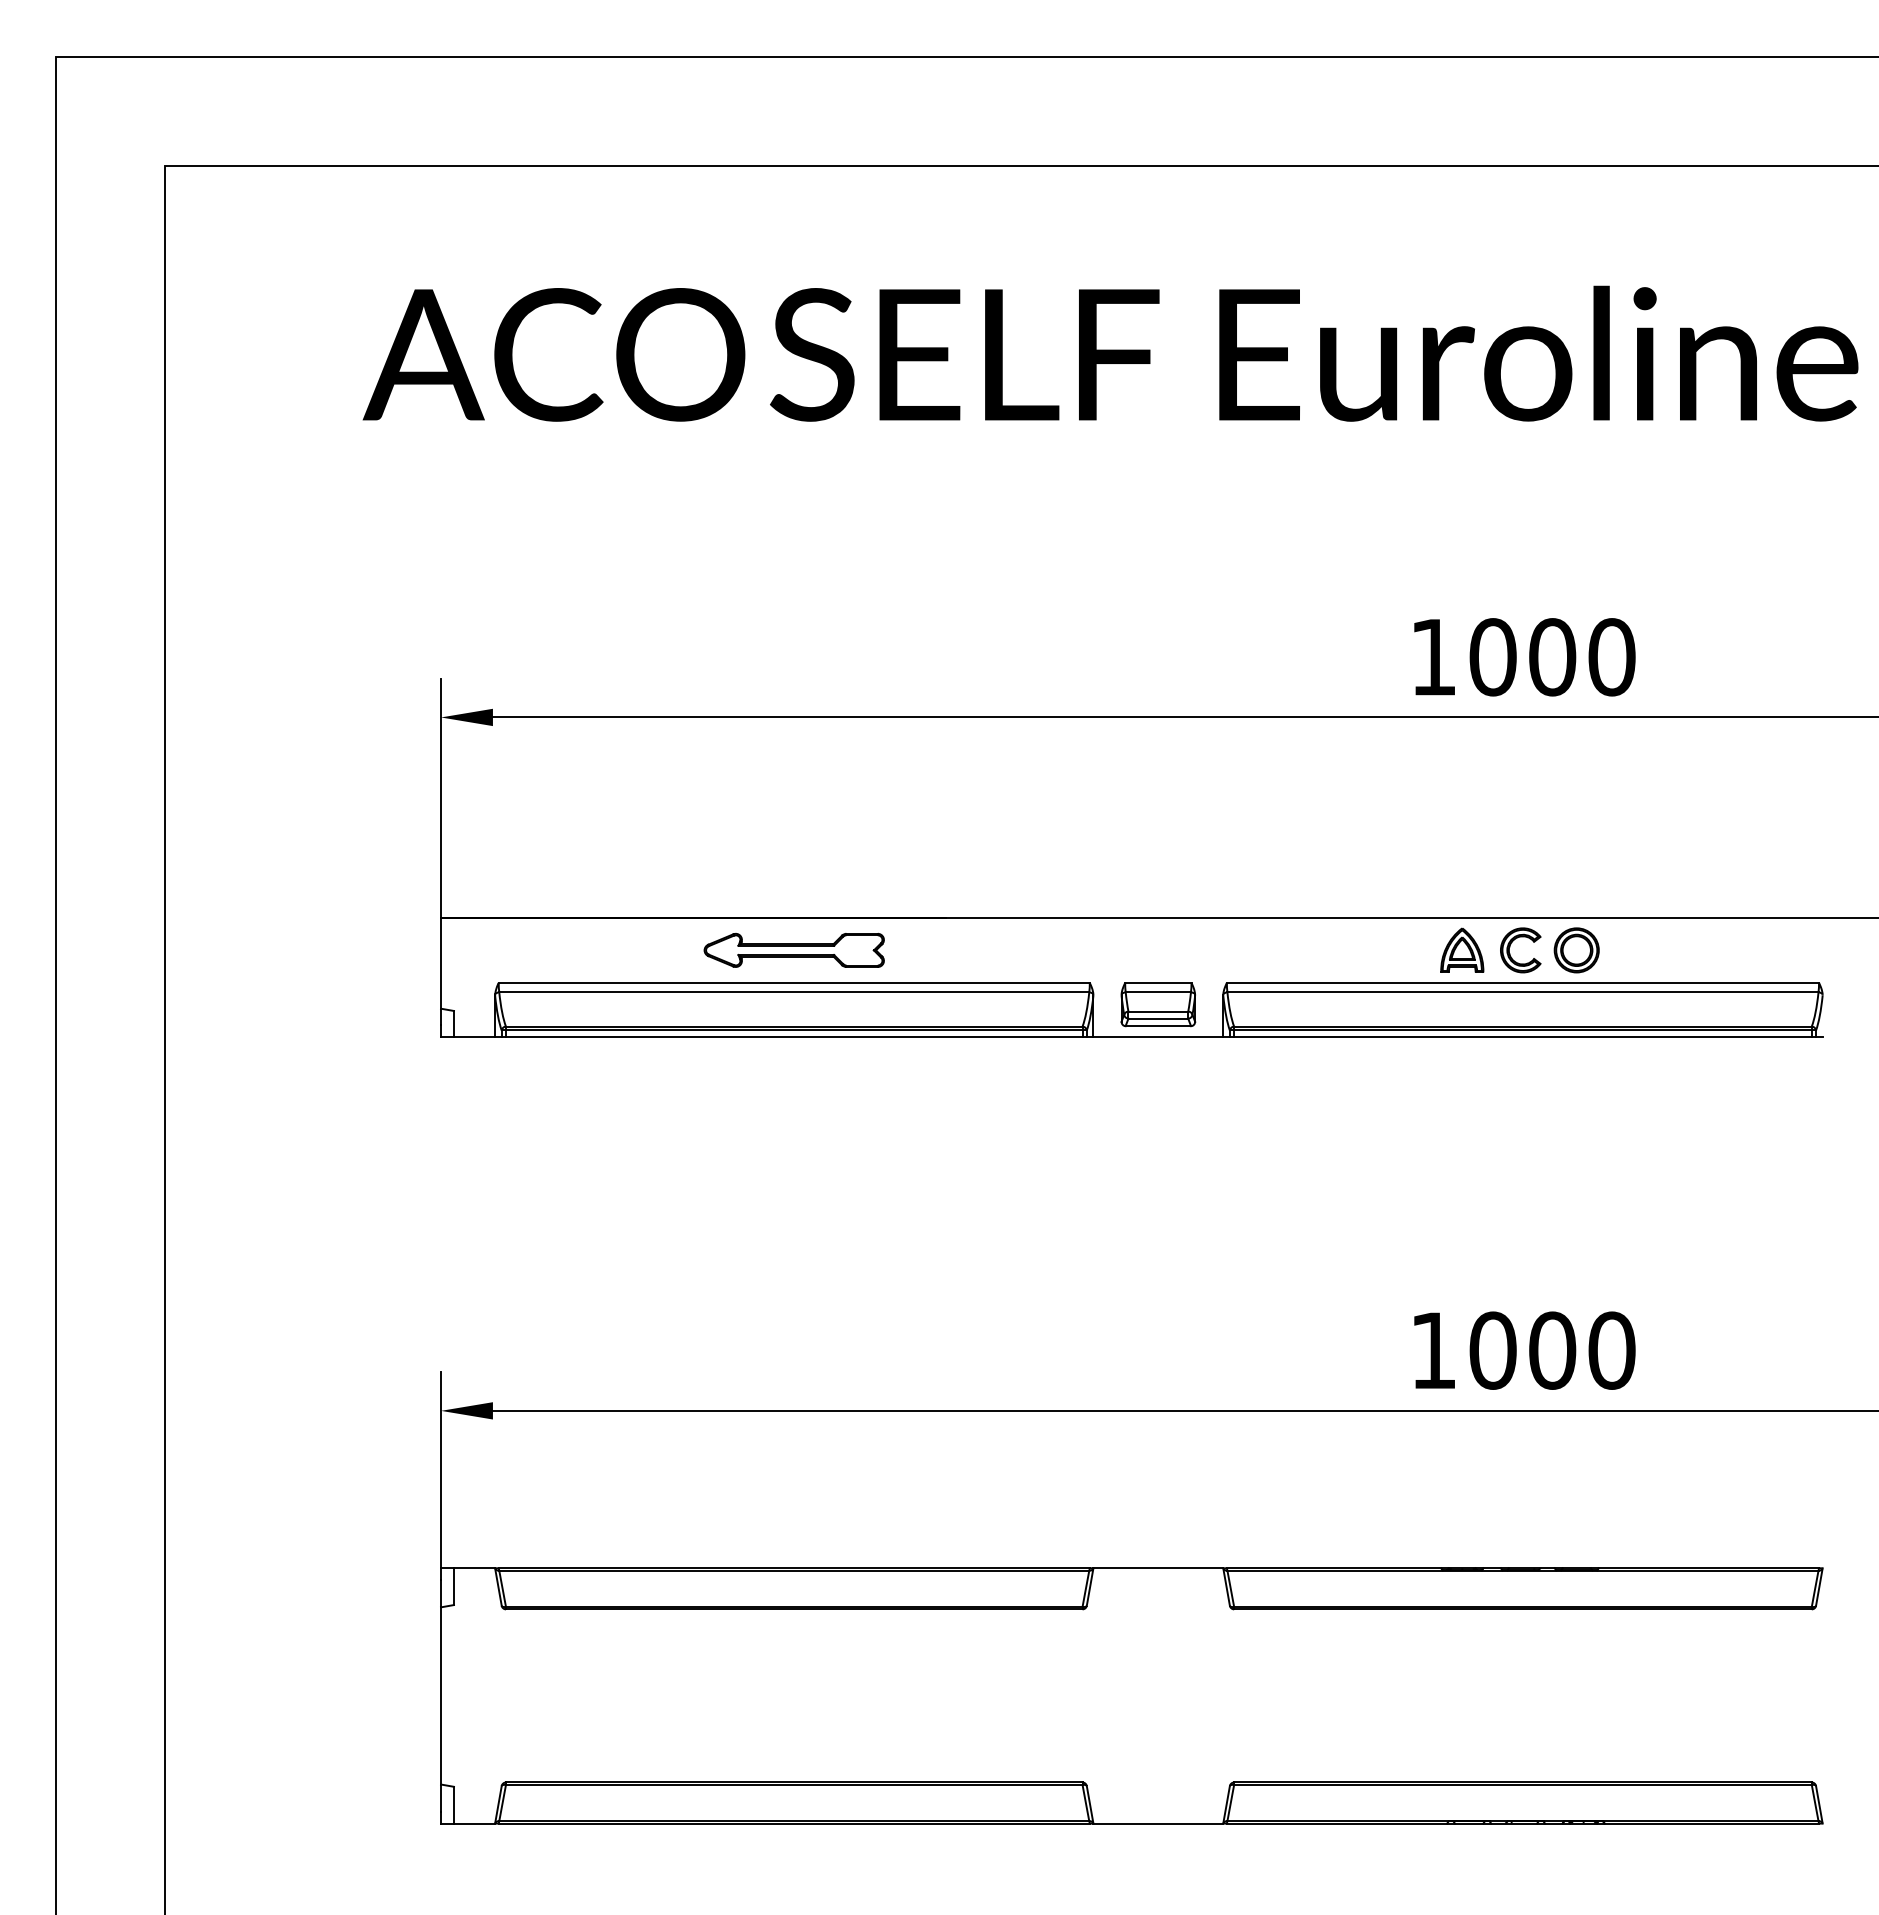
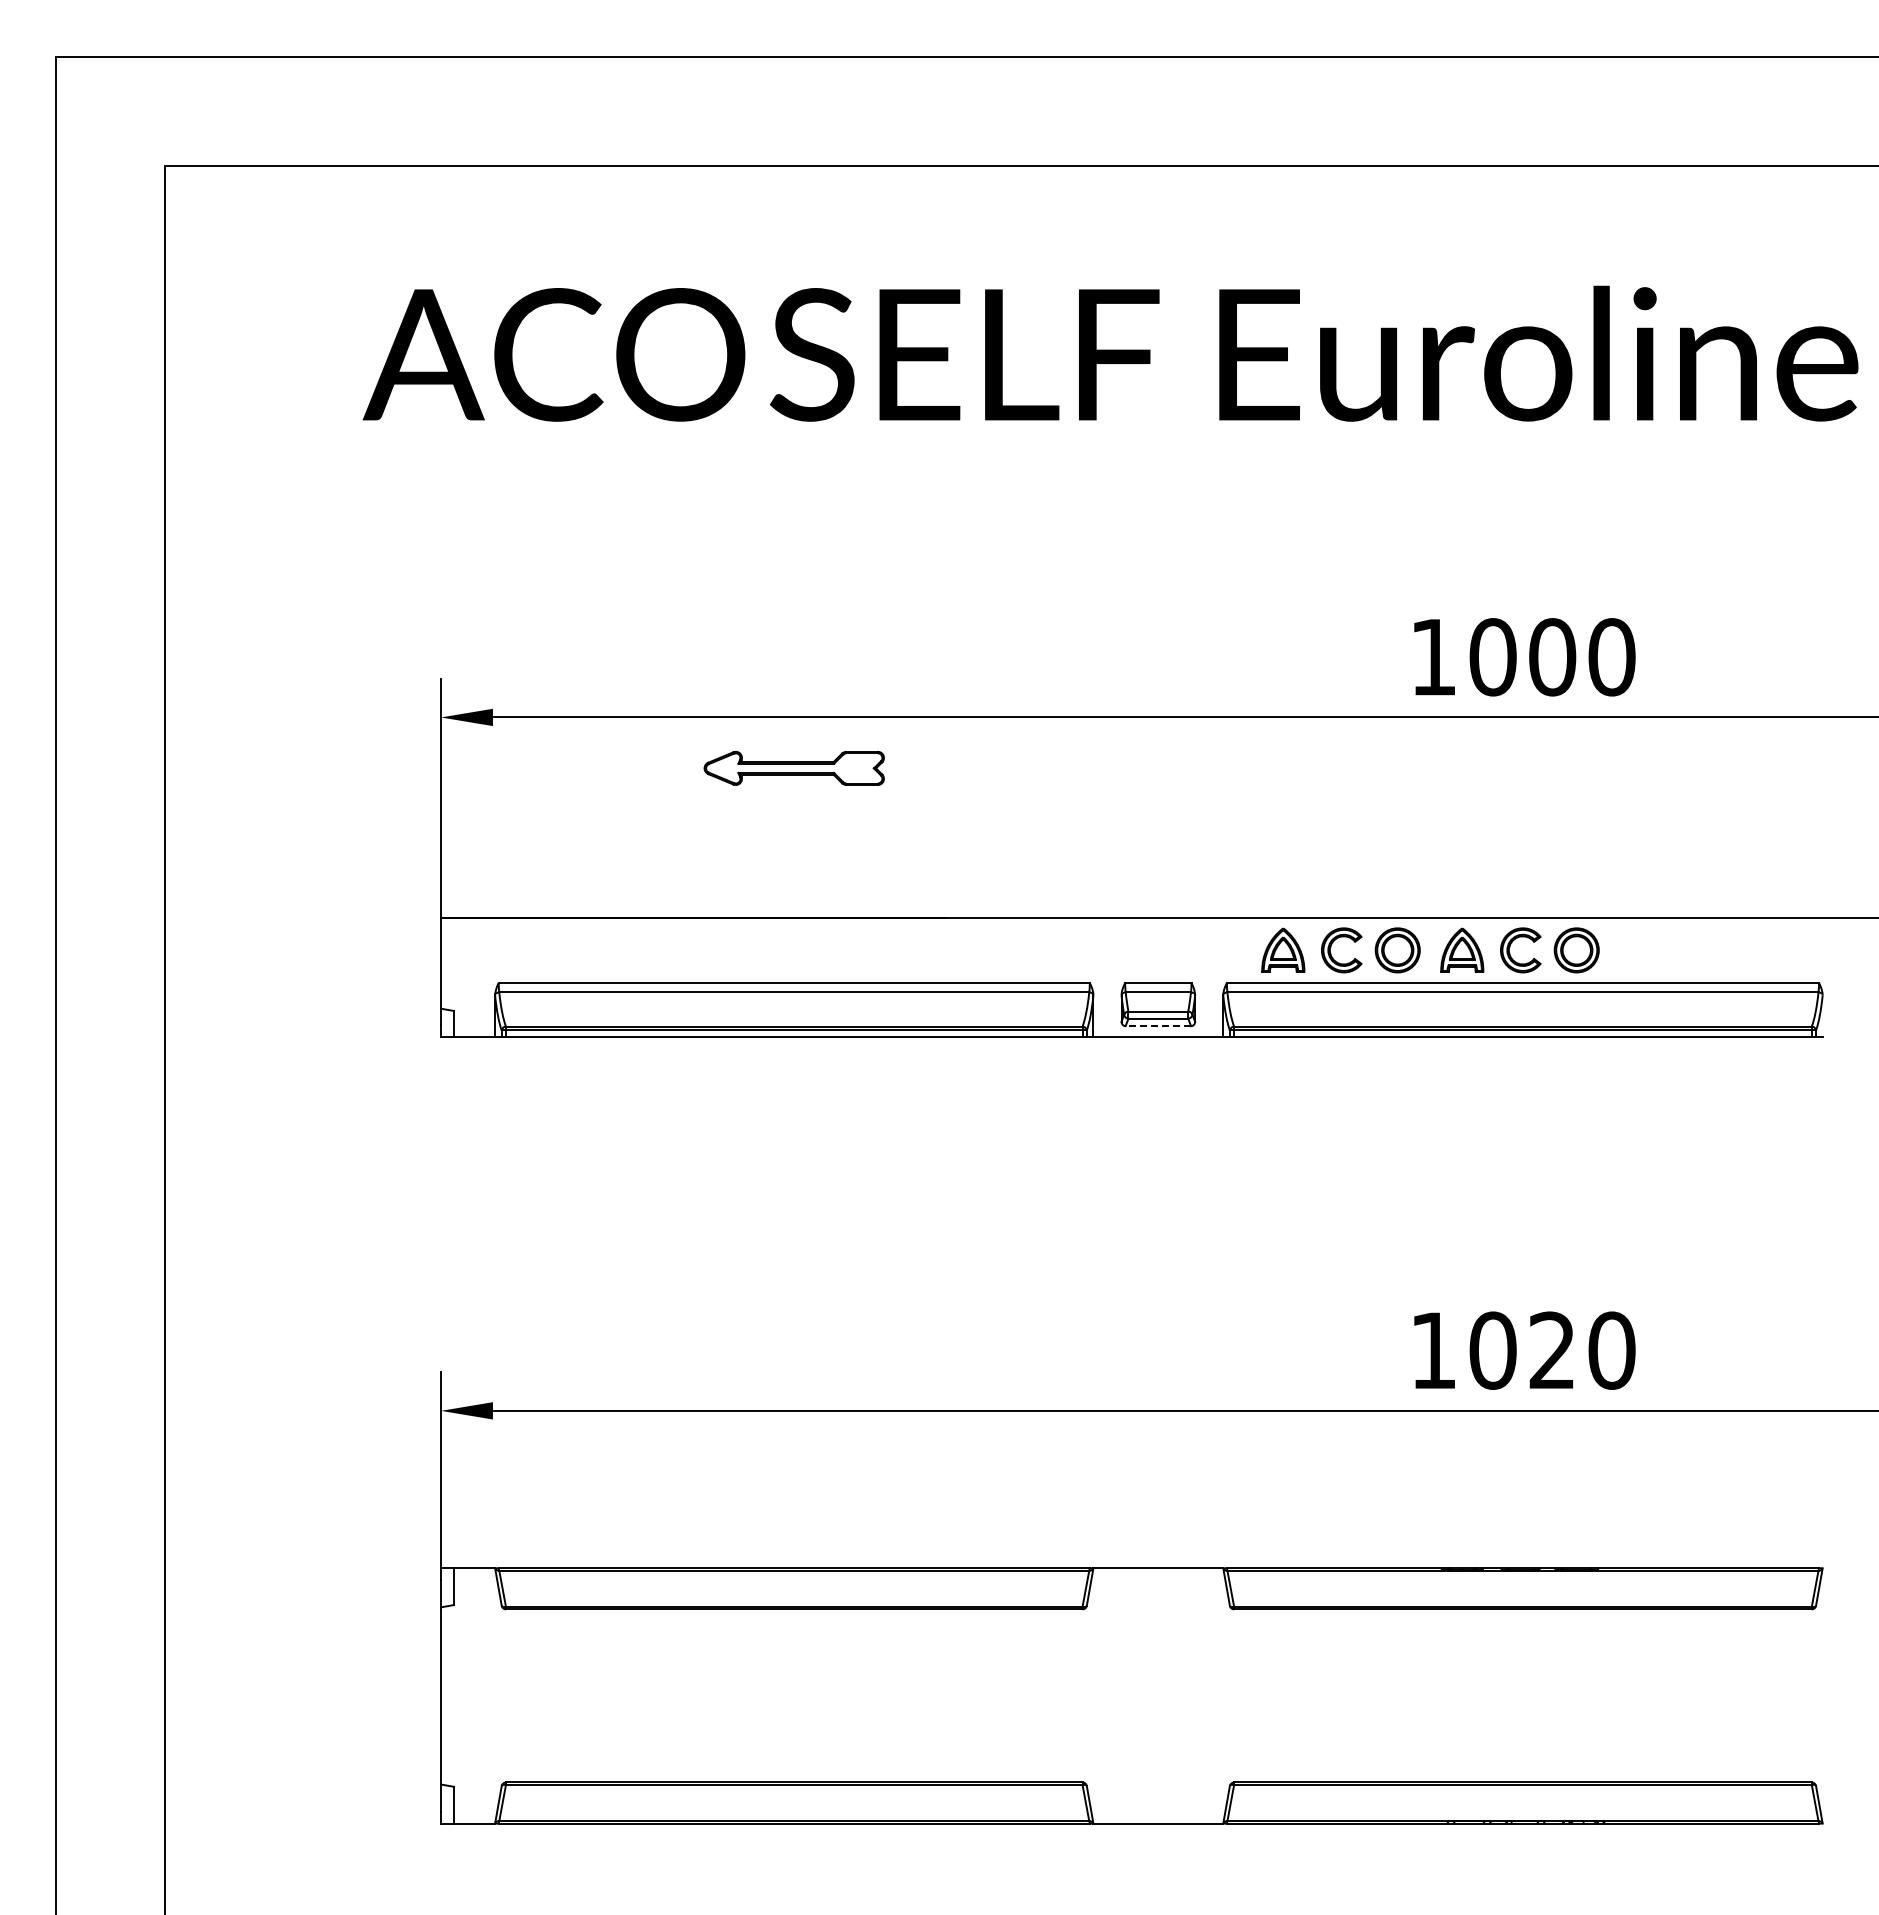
part at (1331, 947): none -> present
part at (793, 949) position: (793, 949) -> (793, 767)
line at (1158, 1026): solid -> dashed
text at (1552, 1350): 1000 -> 1020
